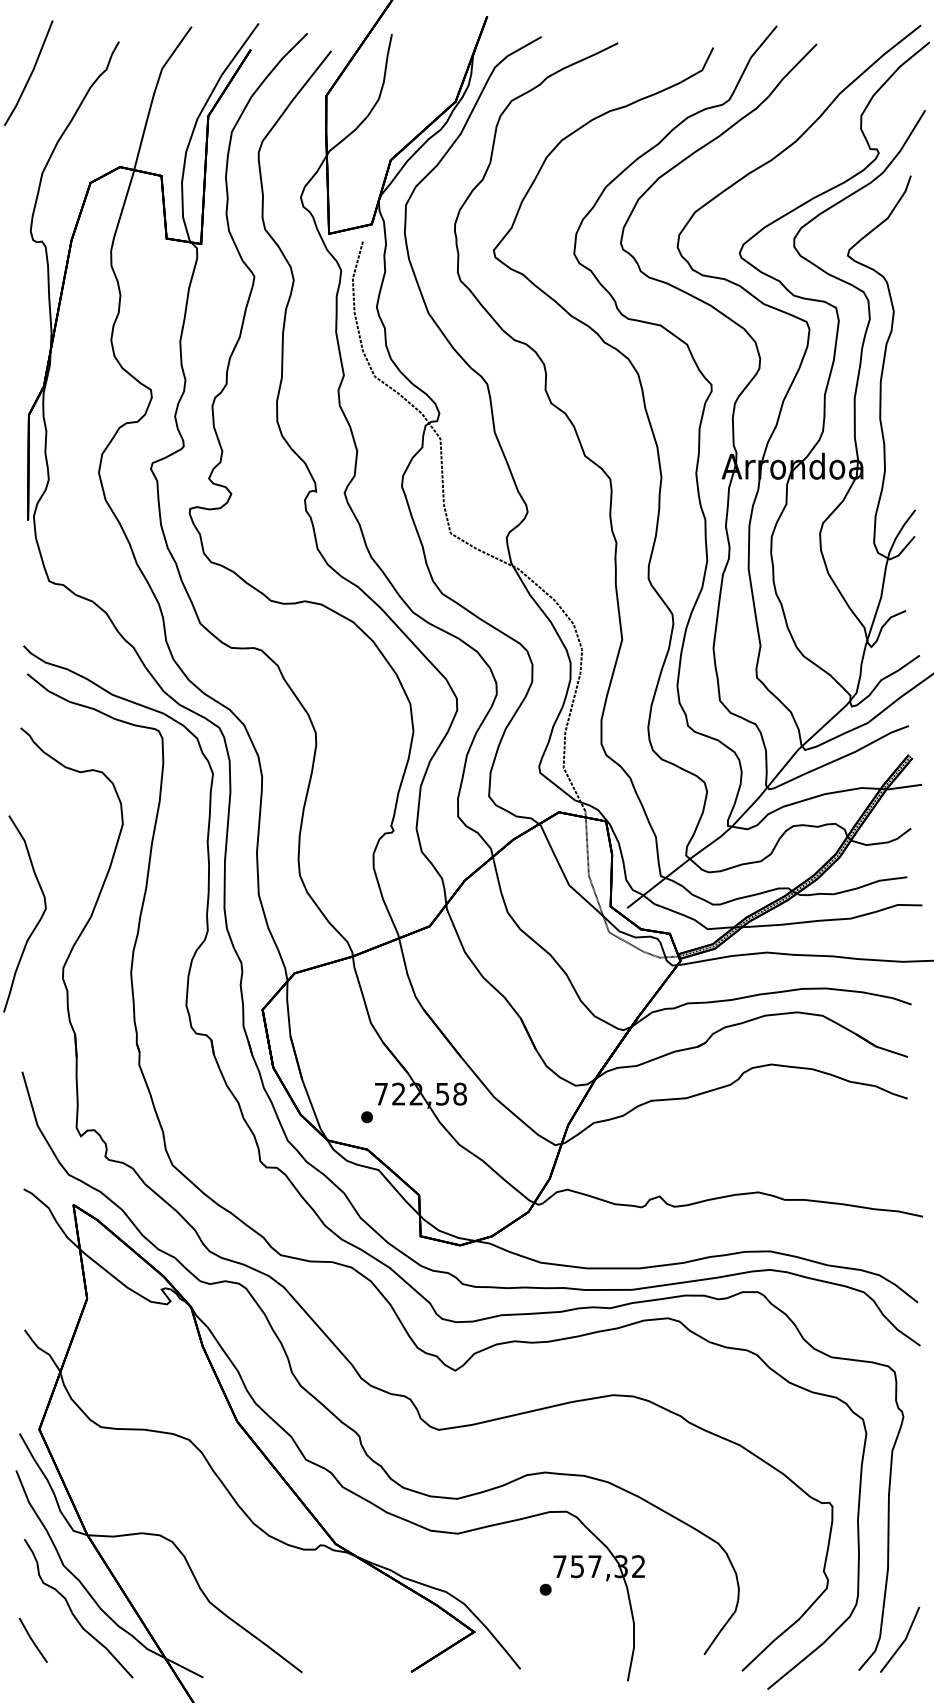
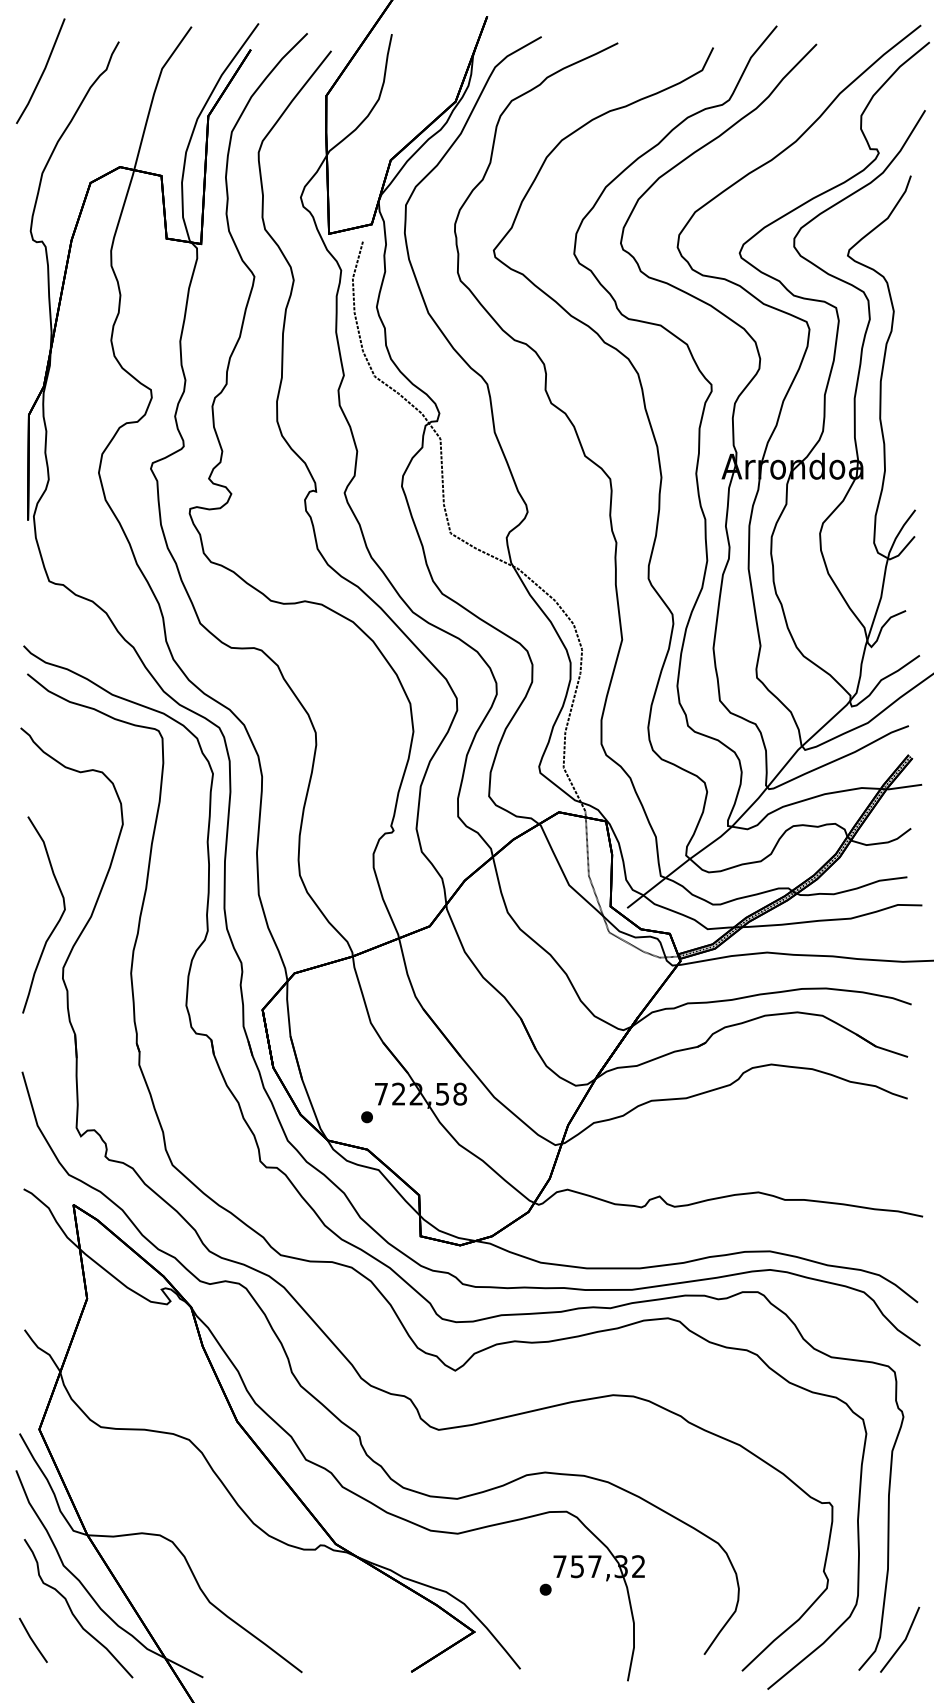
line at (30, 73) position: (30, 73) -> (42, 71)
curve at (38, 920) position: (38, 920) -> (57, 921)
